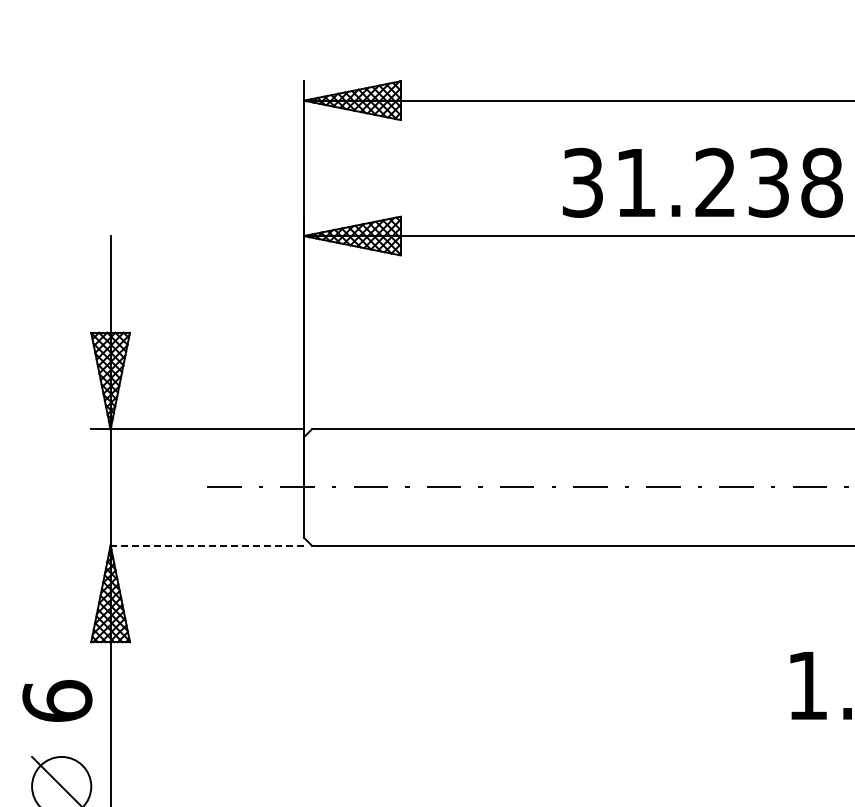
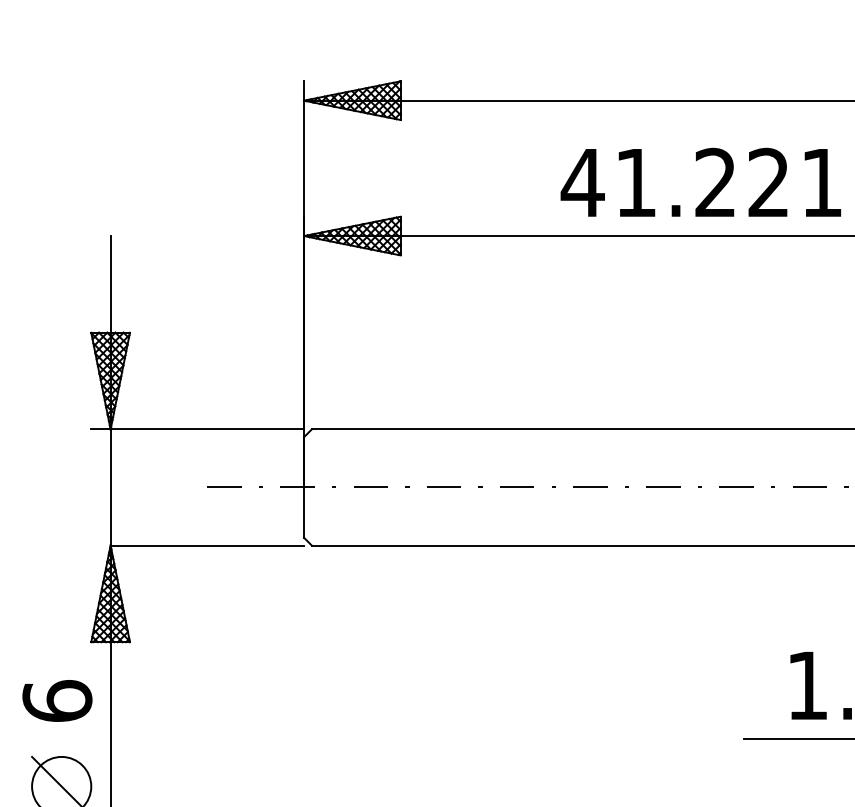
text at (701, 182): 31.238 -> 41.221
line at (207, 545): dashed -> solid
line at (797, 738): none -> present
